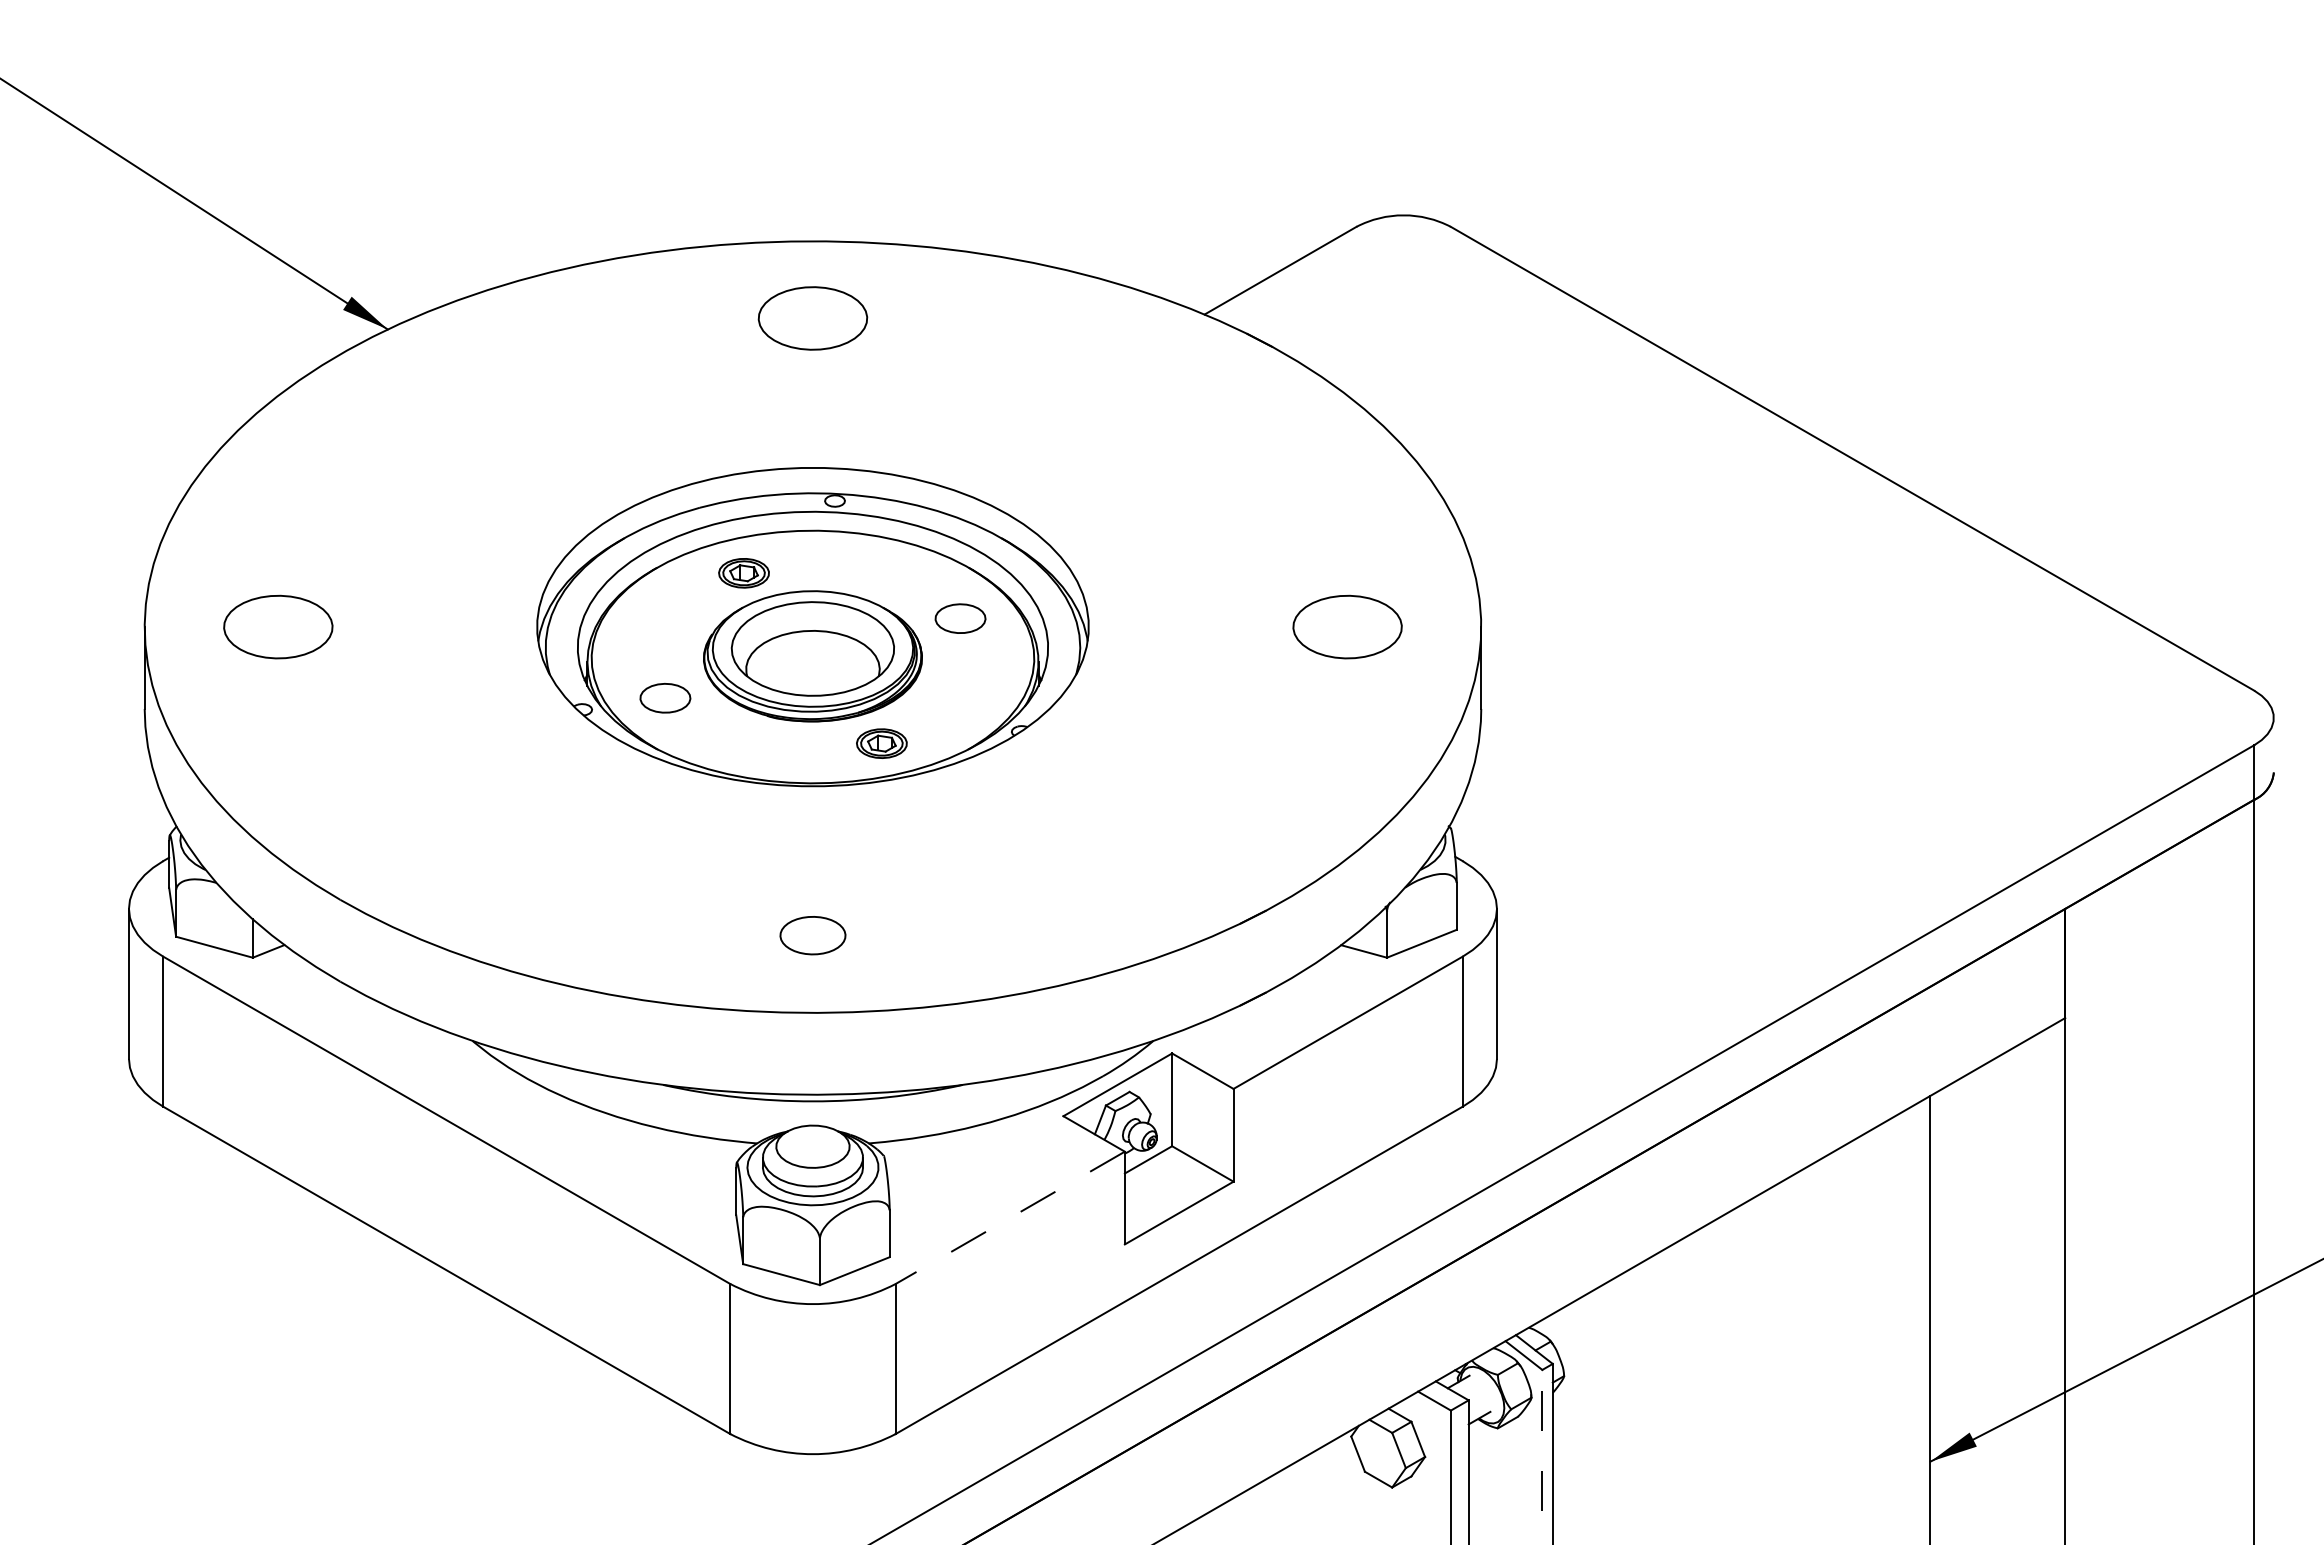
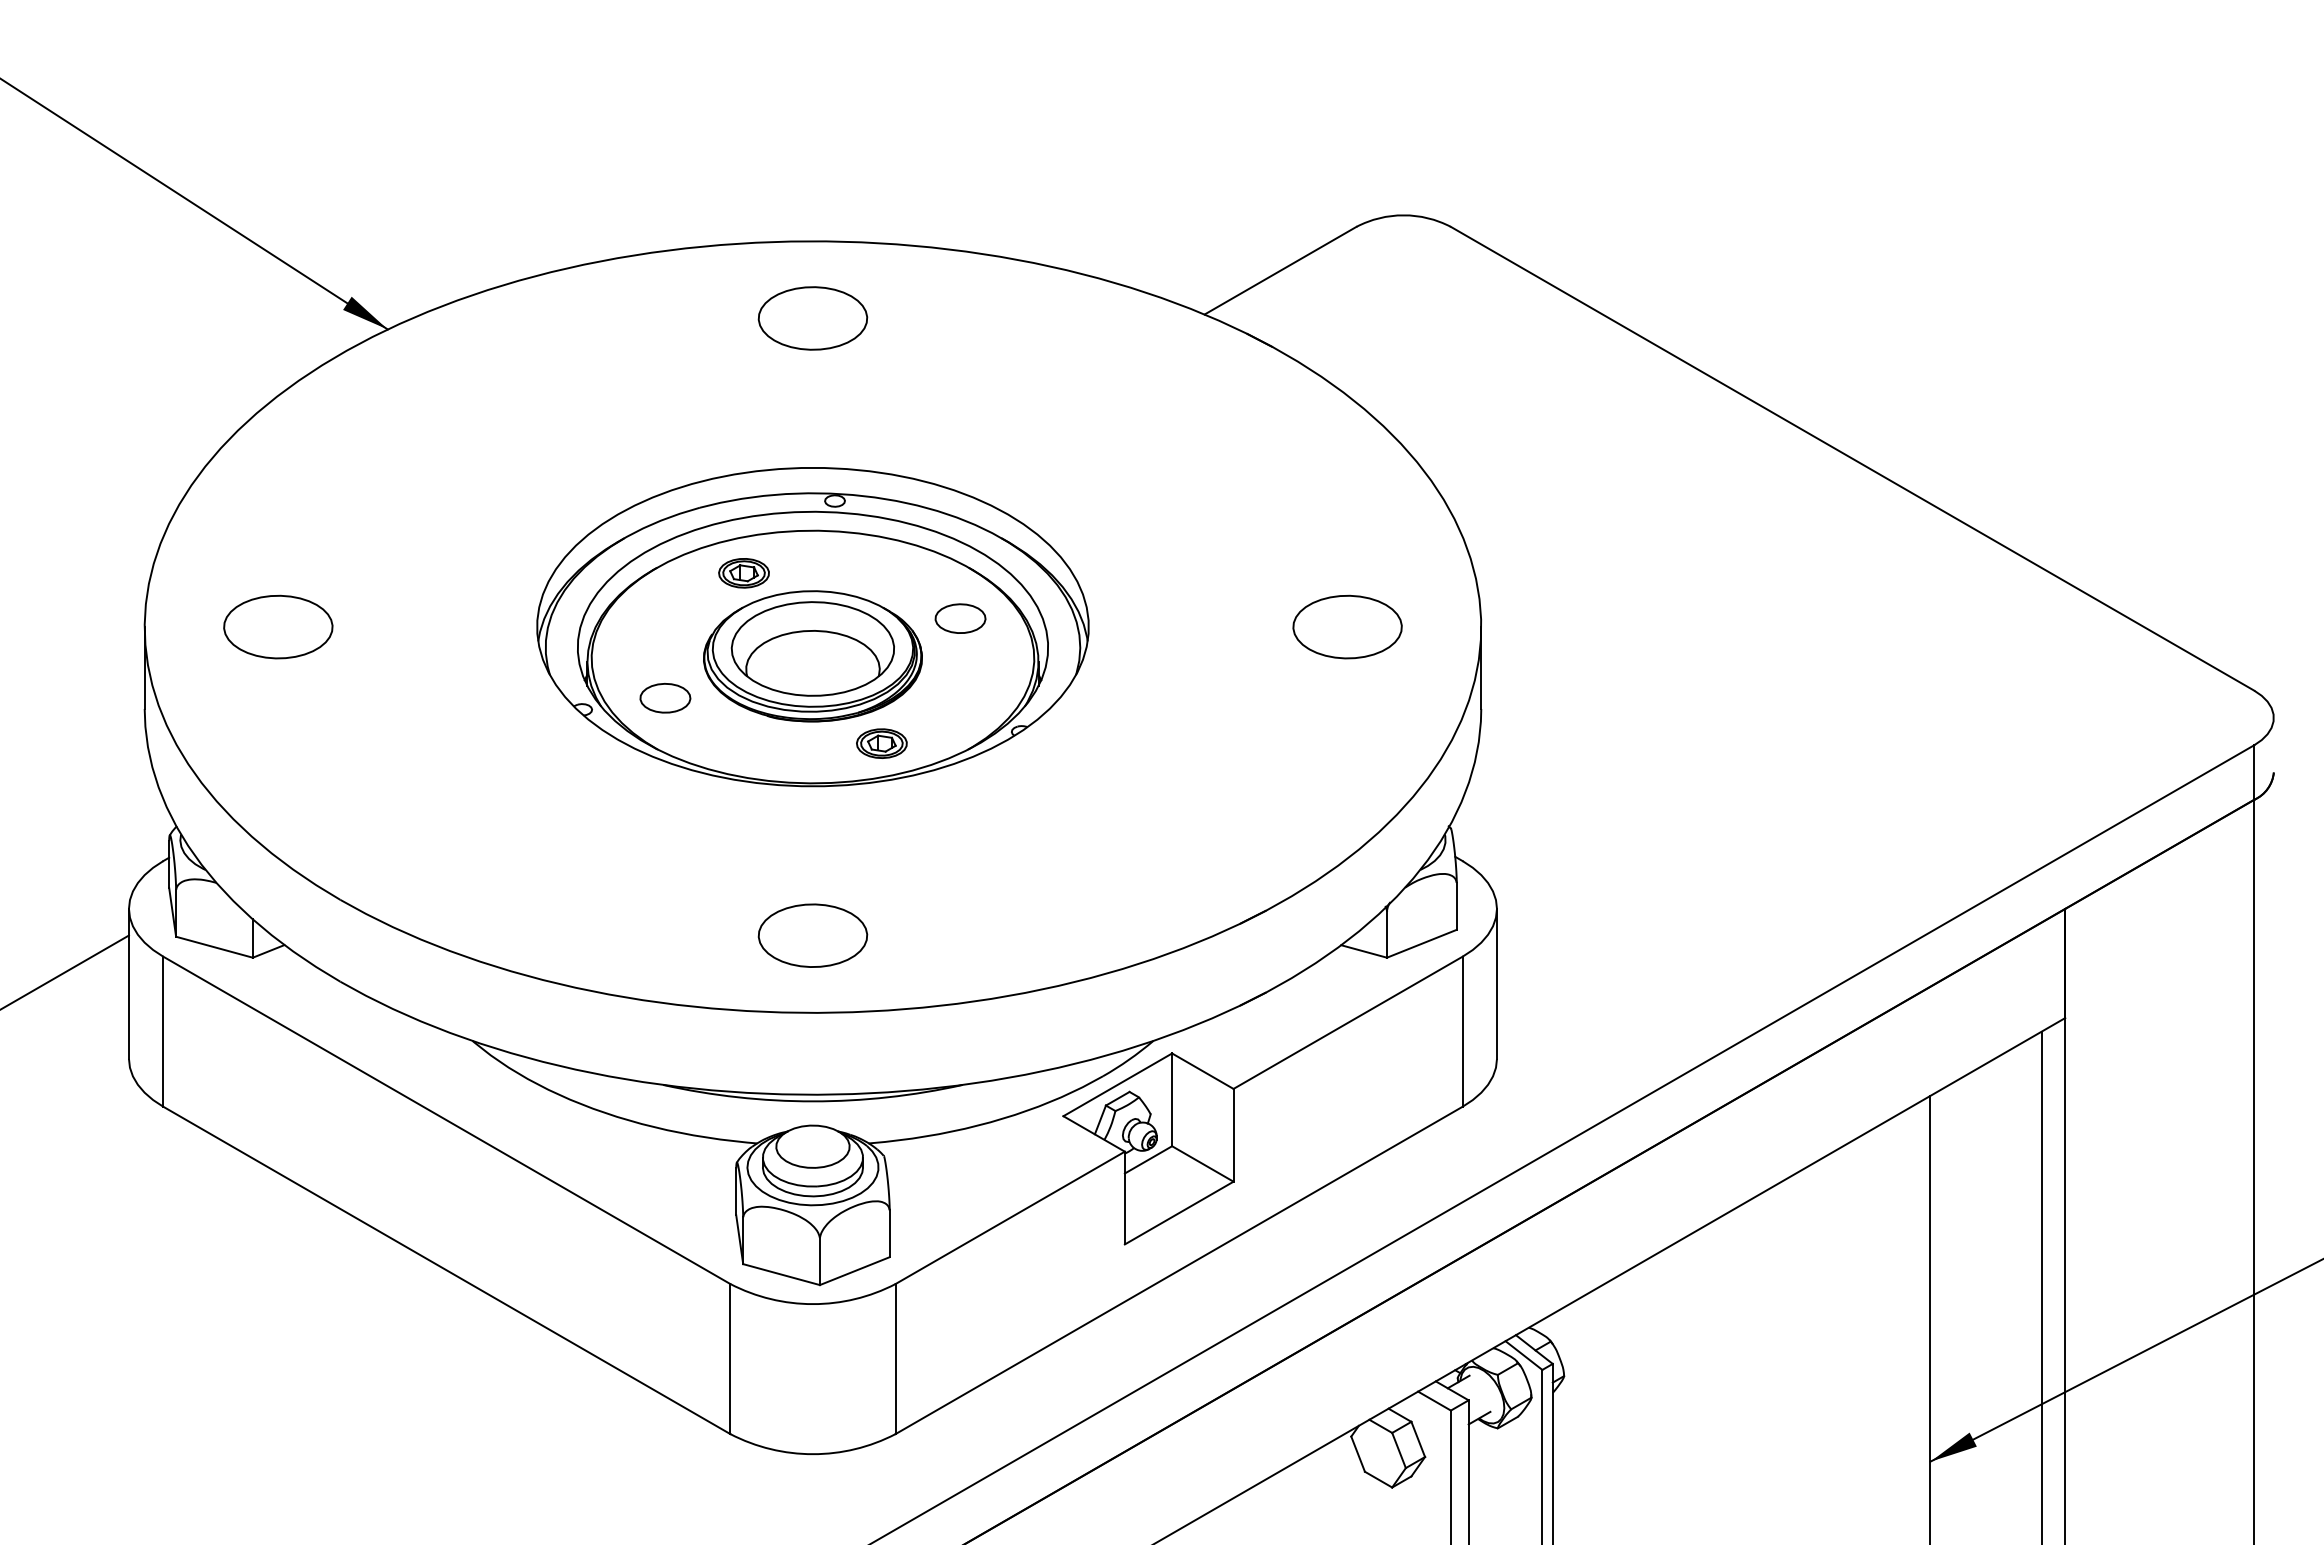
part at (812, 935) size: 68x40 px -> 112x65 px
line at (65, 971): none -> present
line at (1009, 1218): dashed -> solid
line at (2041, 1286): none -> present
line at (1542, 1456): dashed -> solid
